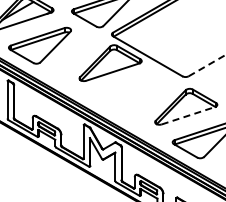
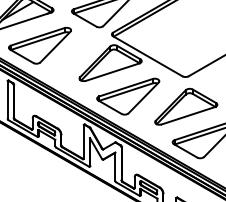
line at (207, 65): dashed -> solid
part at (128, 96): none -> present
line at (188, 115): dashed -> solid
